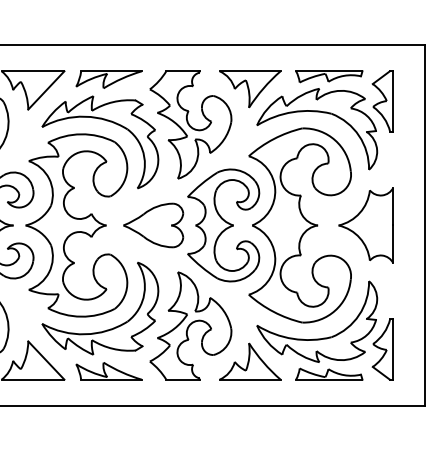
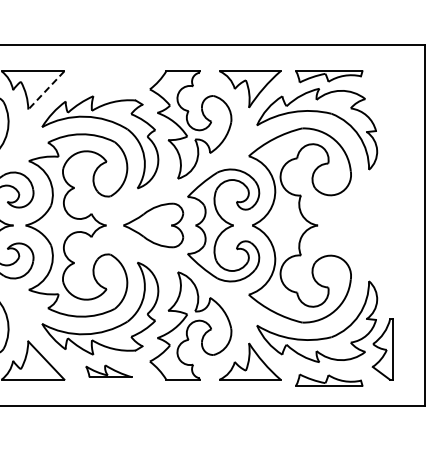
part at (108, 79): present -> none
line at (45, 90): solid -> dashed
part at (382, 101): present -> none
part at (365, 225): present -> none
part at (108, 371) size: 68x19 px -> 48x14 px
part at (329, 373) position: (329, 373) -> (329, 379)
